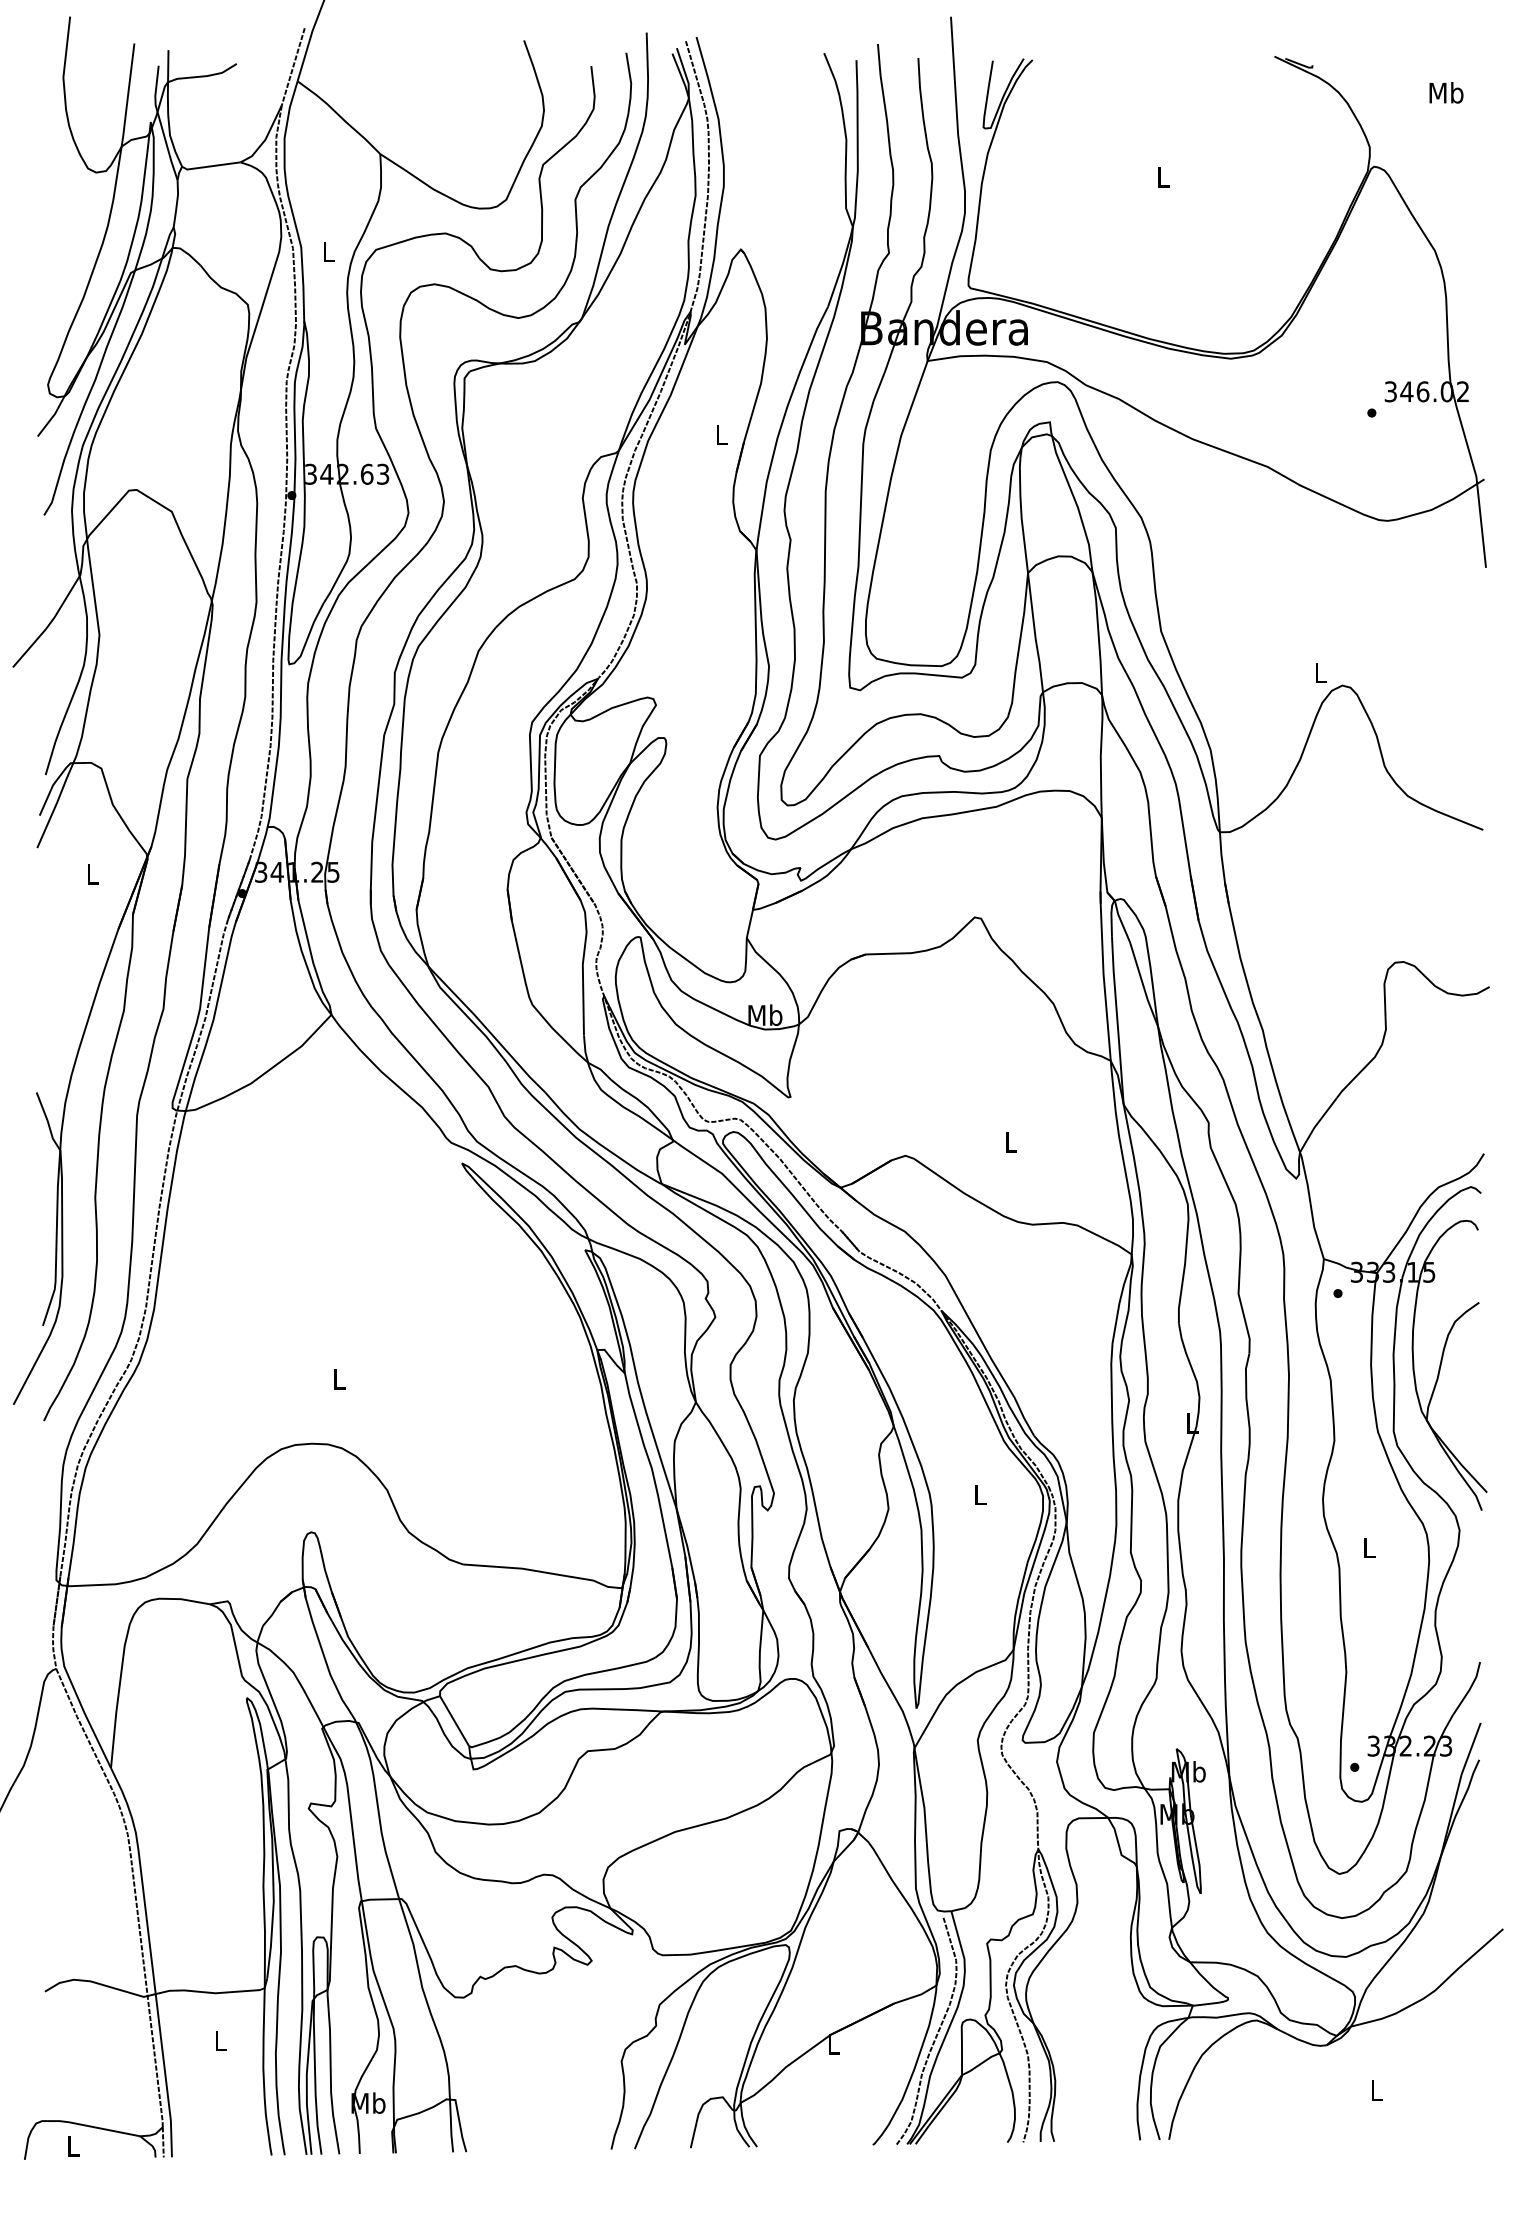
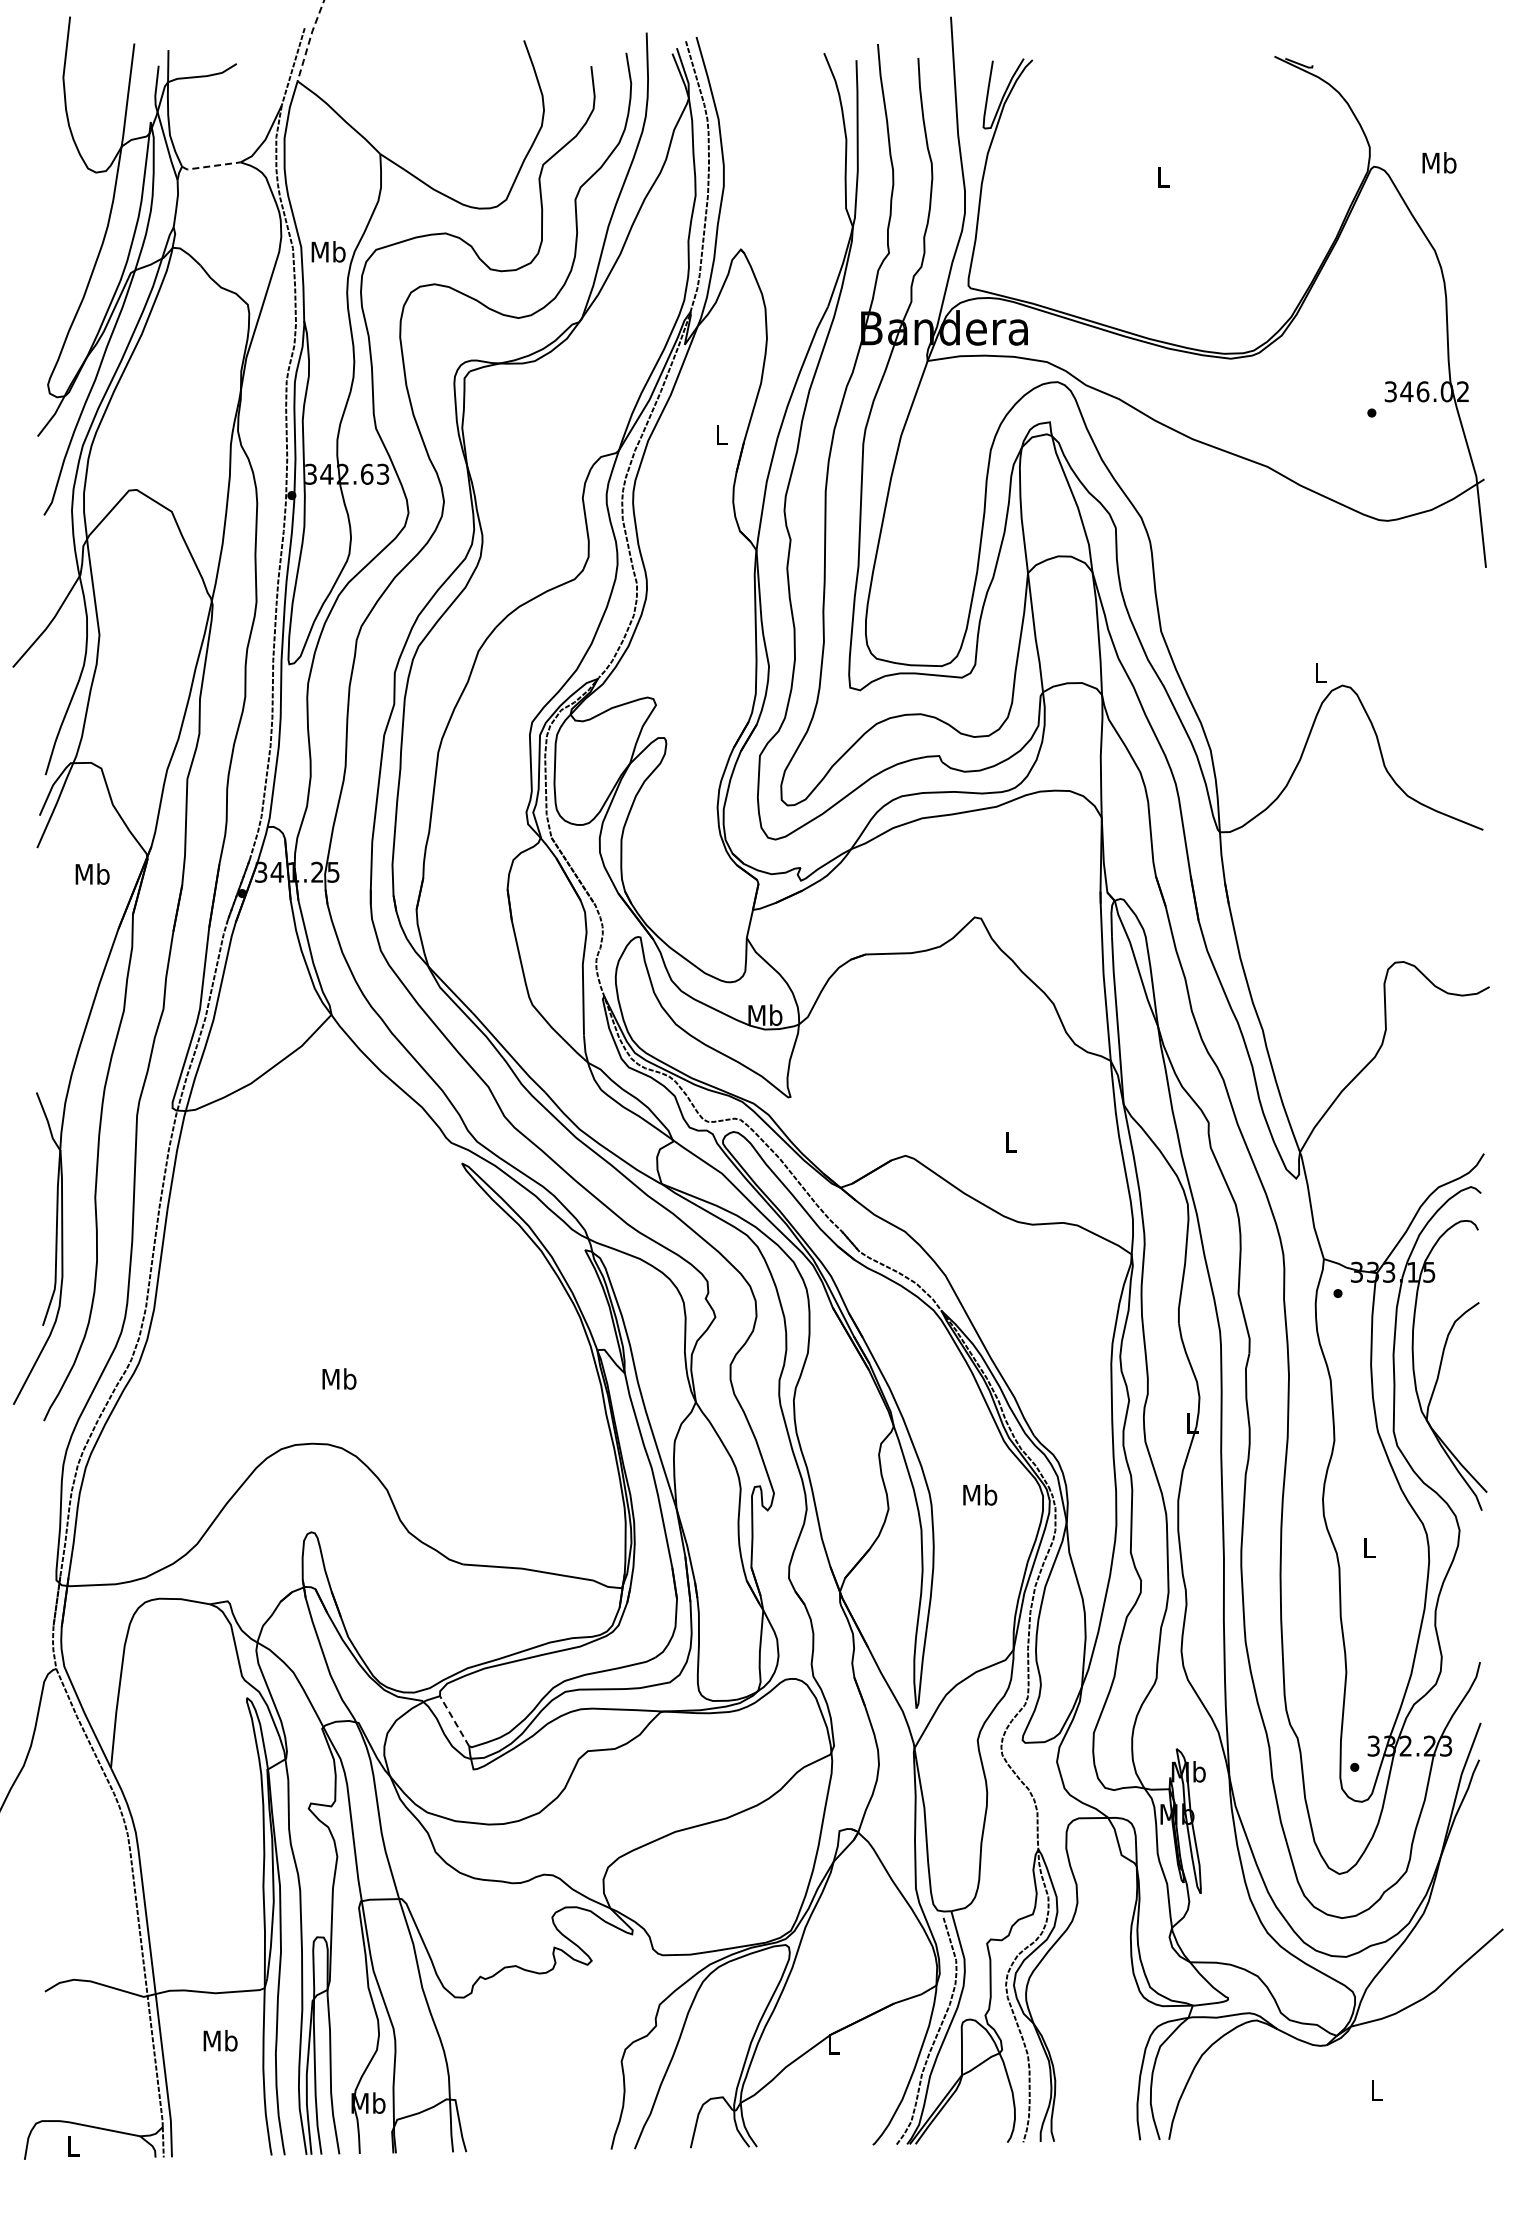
line at (309, 40): solid -> dashed
text at (1446, 92) position: (1446, 92) -> (1439, 162)
line at (210, 166): solid -> dashed
text at (328, 251): L -> Mb
text at (92, 873): L -> Mb
text at (339, 1378): L -> Mb
text at (980, 1494): L -> Mb
line at (454, 1721): solid -> dashed
text at (220, 2040): L -> Mb
